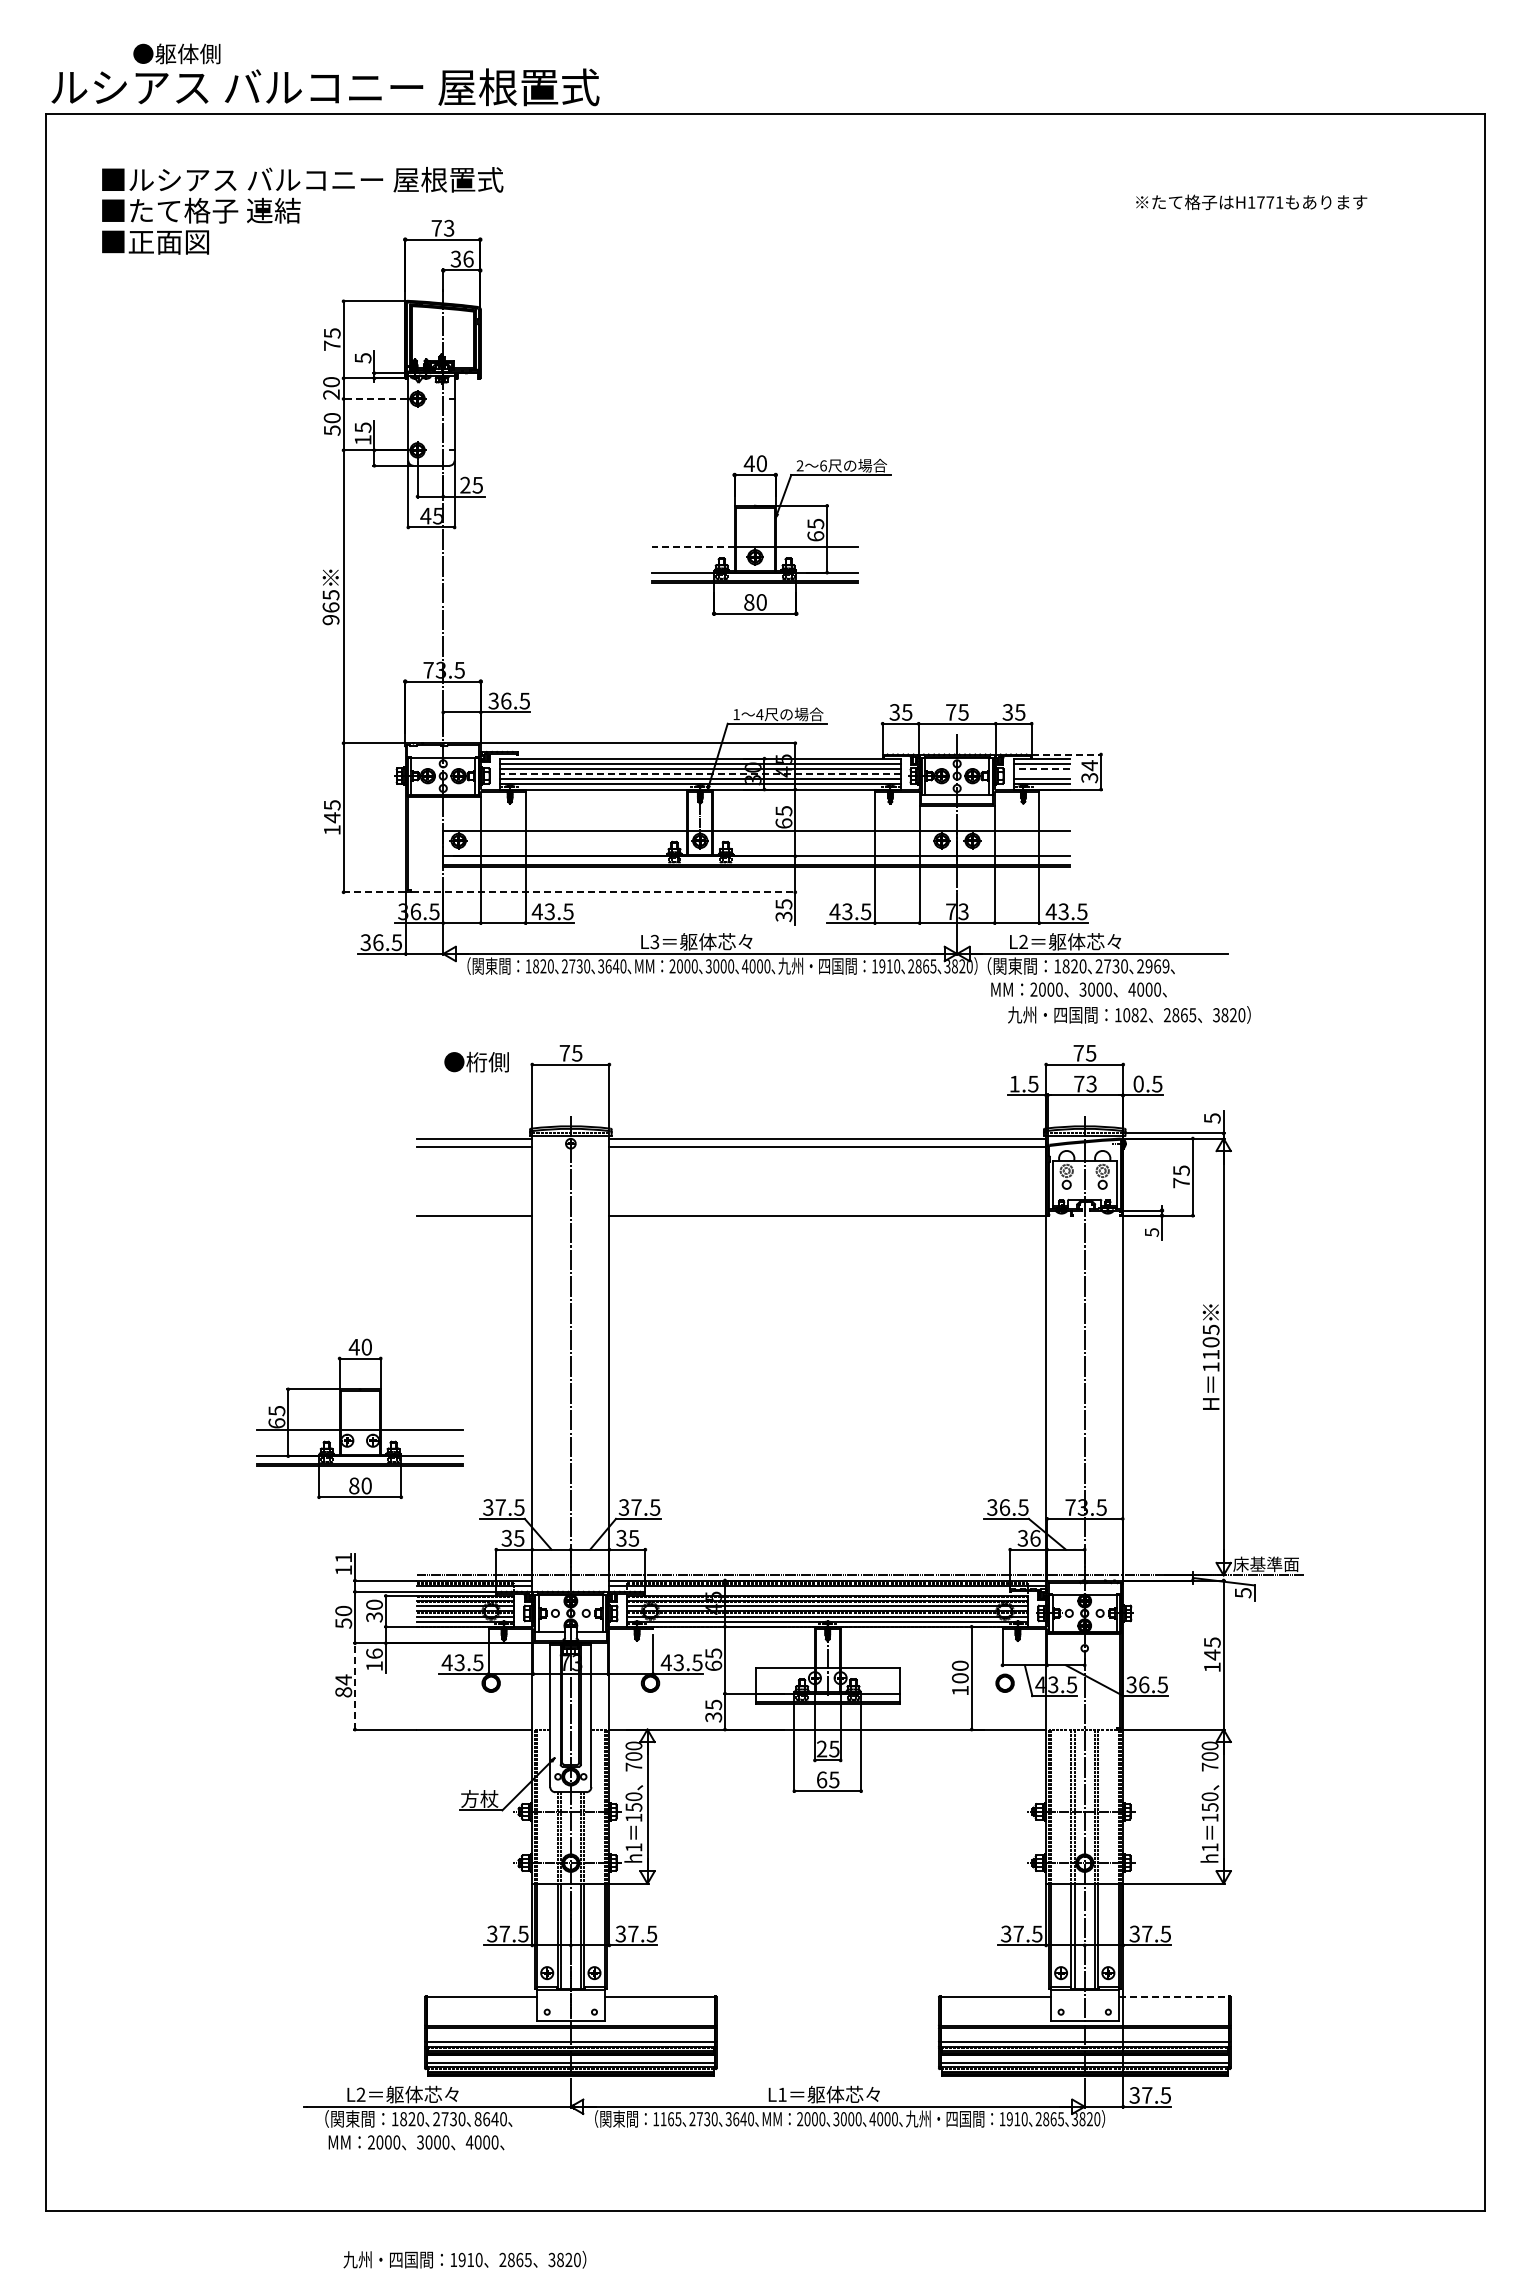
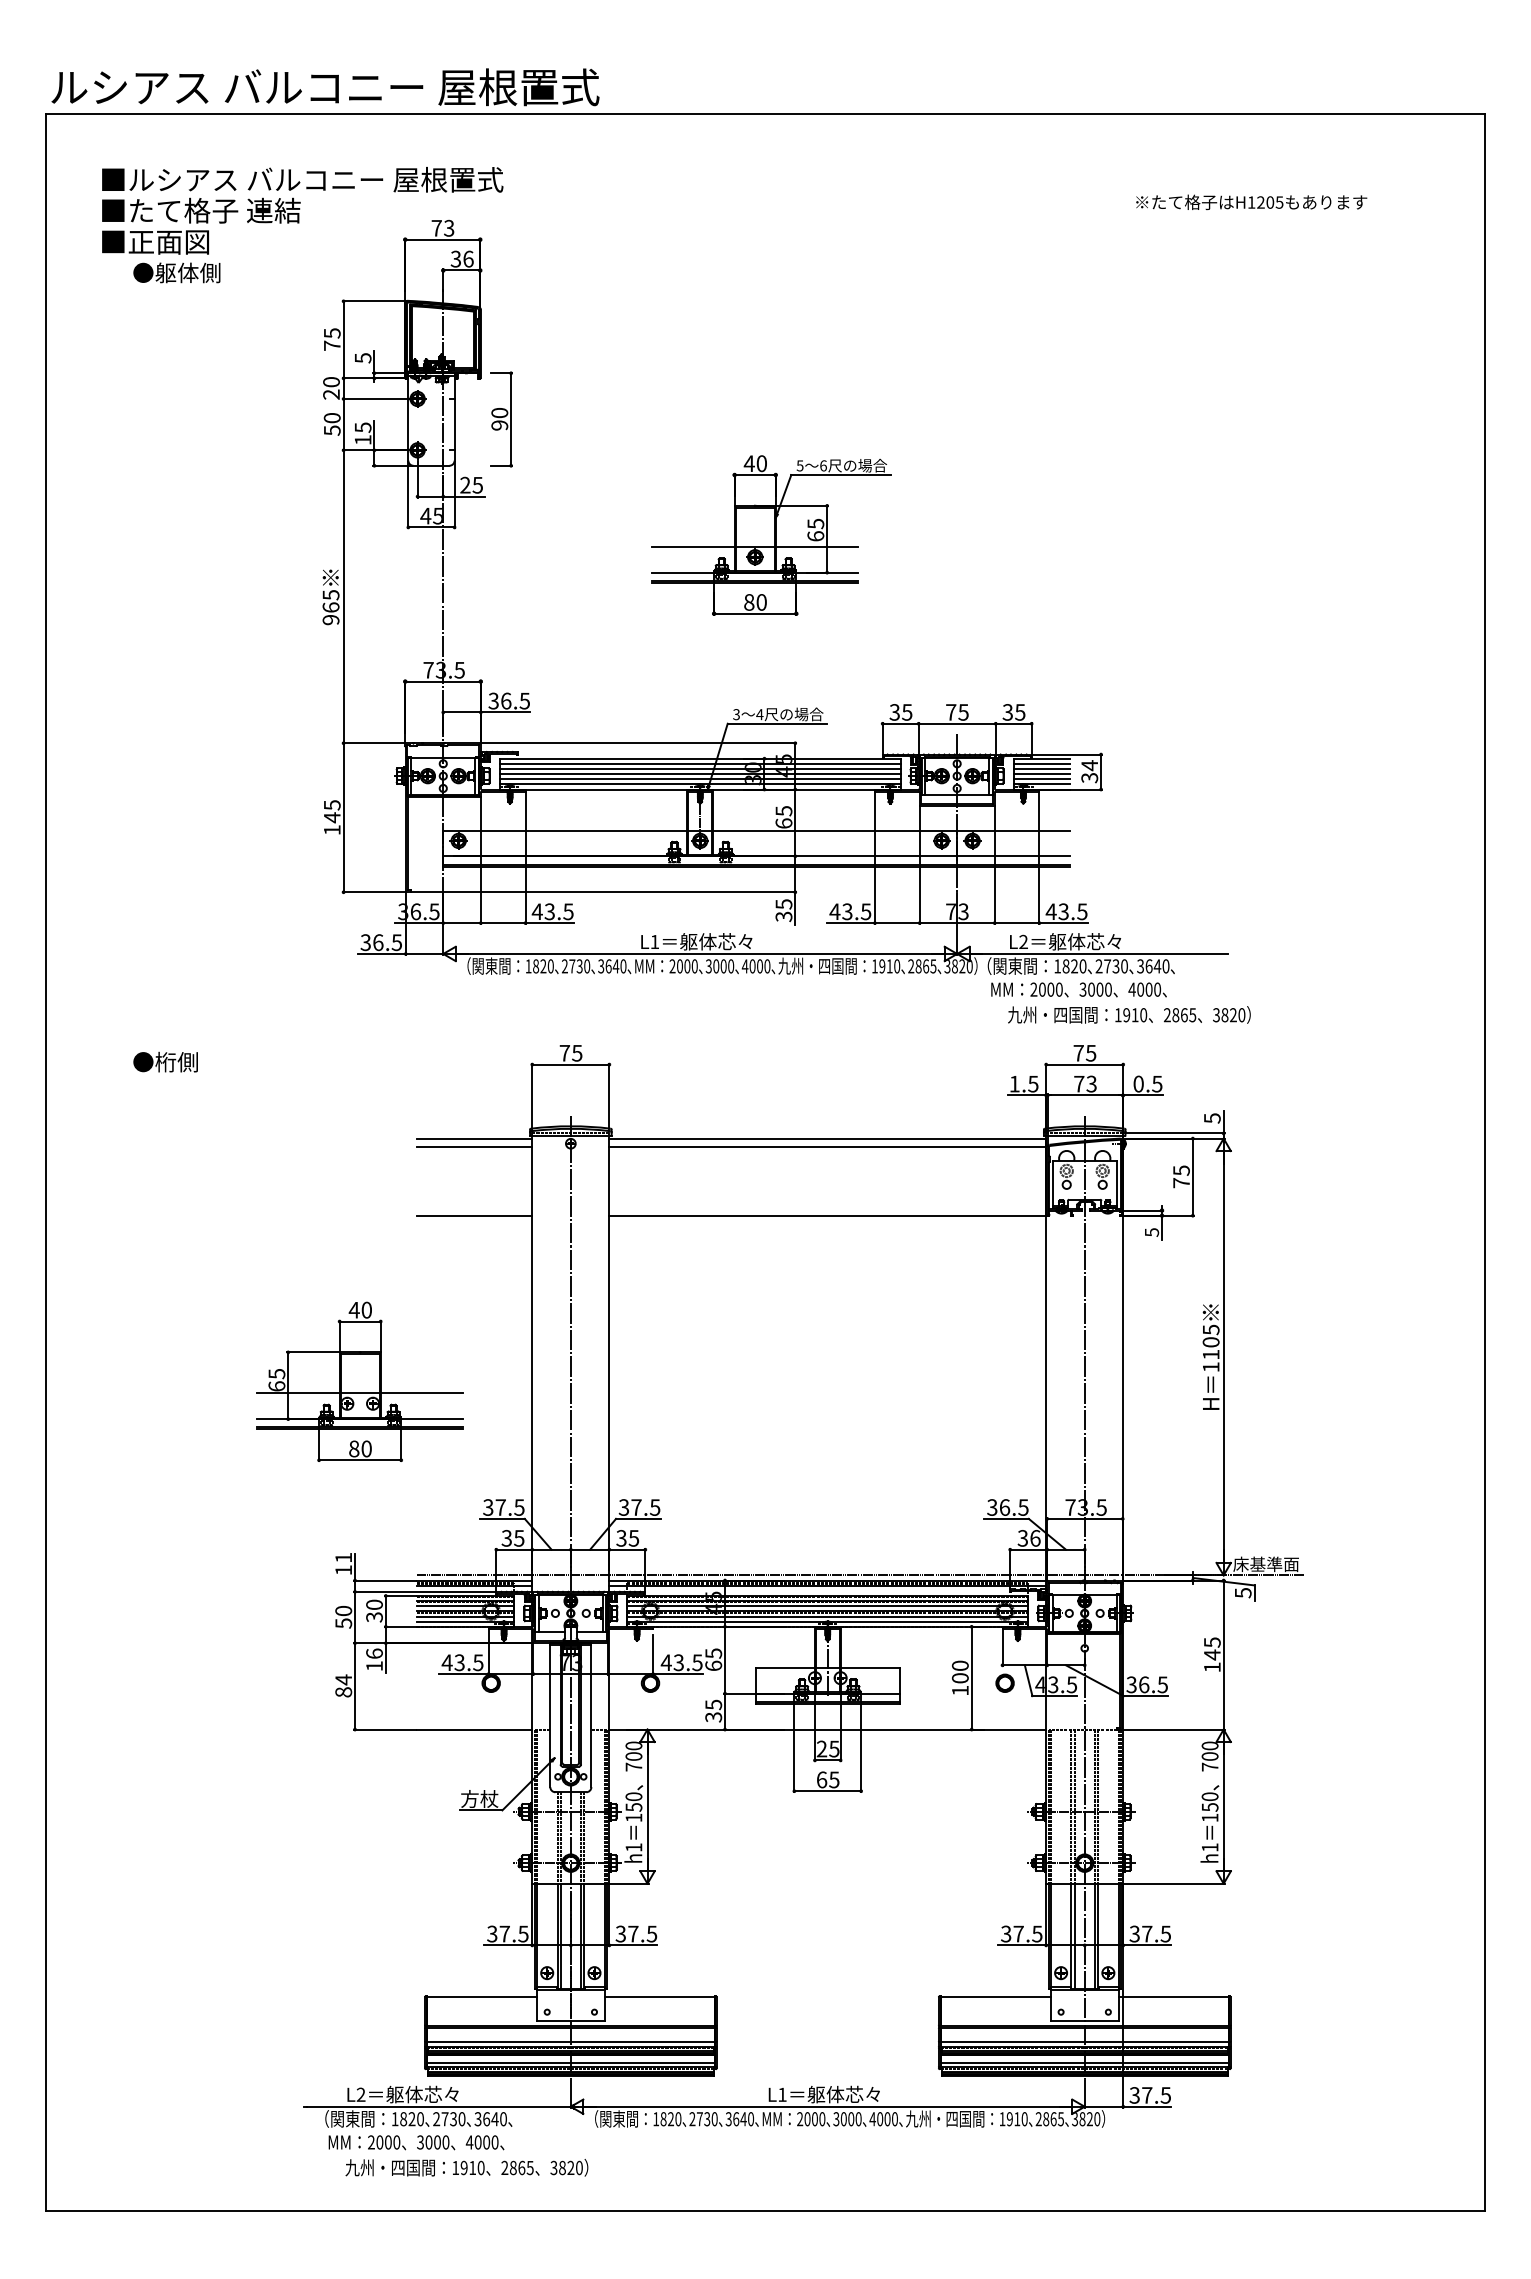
text at (176, 53) position: (176, 53) -> (176, 272)
text at (1270, 202): H1771 -> H1205
line at (374, 398): dashed -> solid
part at (501, 419): none -> present
text at (799, 465): 2 -> 5
line at (693, 546): dashed -> solid
text at (736, 714): 1 -> 3
line at (1067, 754): dashed -> solid
line at (1041, 768): dashed -> solid
line at (699, 774): dashed -> solid
line at (1041, 774): none -> present
line at (373, 892): dashed -> solid
line at (604, 892): dashed -> solid
text at (654, 941): L3 -> L1
text at (1153, 966): 2969 -> 3640
text at (1135, 1015): 1082 -> 1910
text at (476, 1061) position: (476, 1061) -> (165, 1061)
part at (359, 1418) position: (359, 1418) -> (359, 1381)
line at (355, 1685): dashed -> solid
line at (1174, 1996): dashed -> solid
text at (477, 2119): 8640 -> 3640
text at (670, 2119): 1165 -> 1820
text at (464, 2259) position: (464, 2259) -> (466, 2167)
